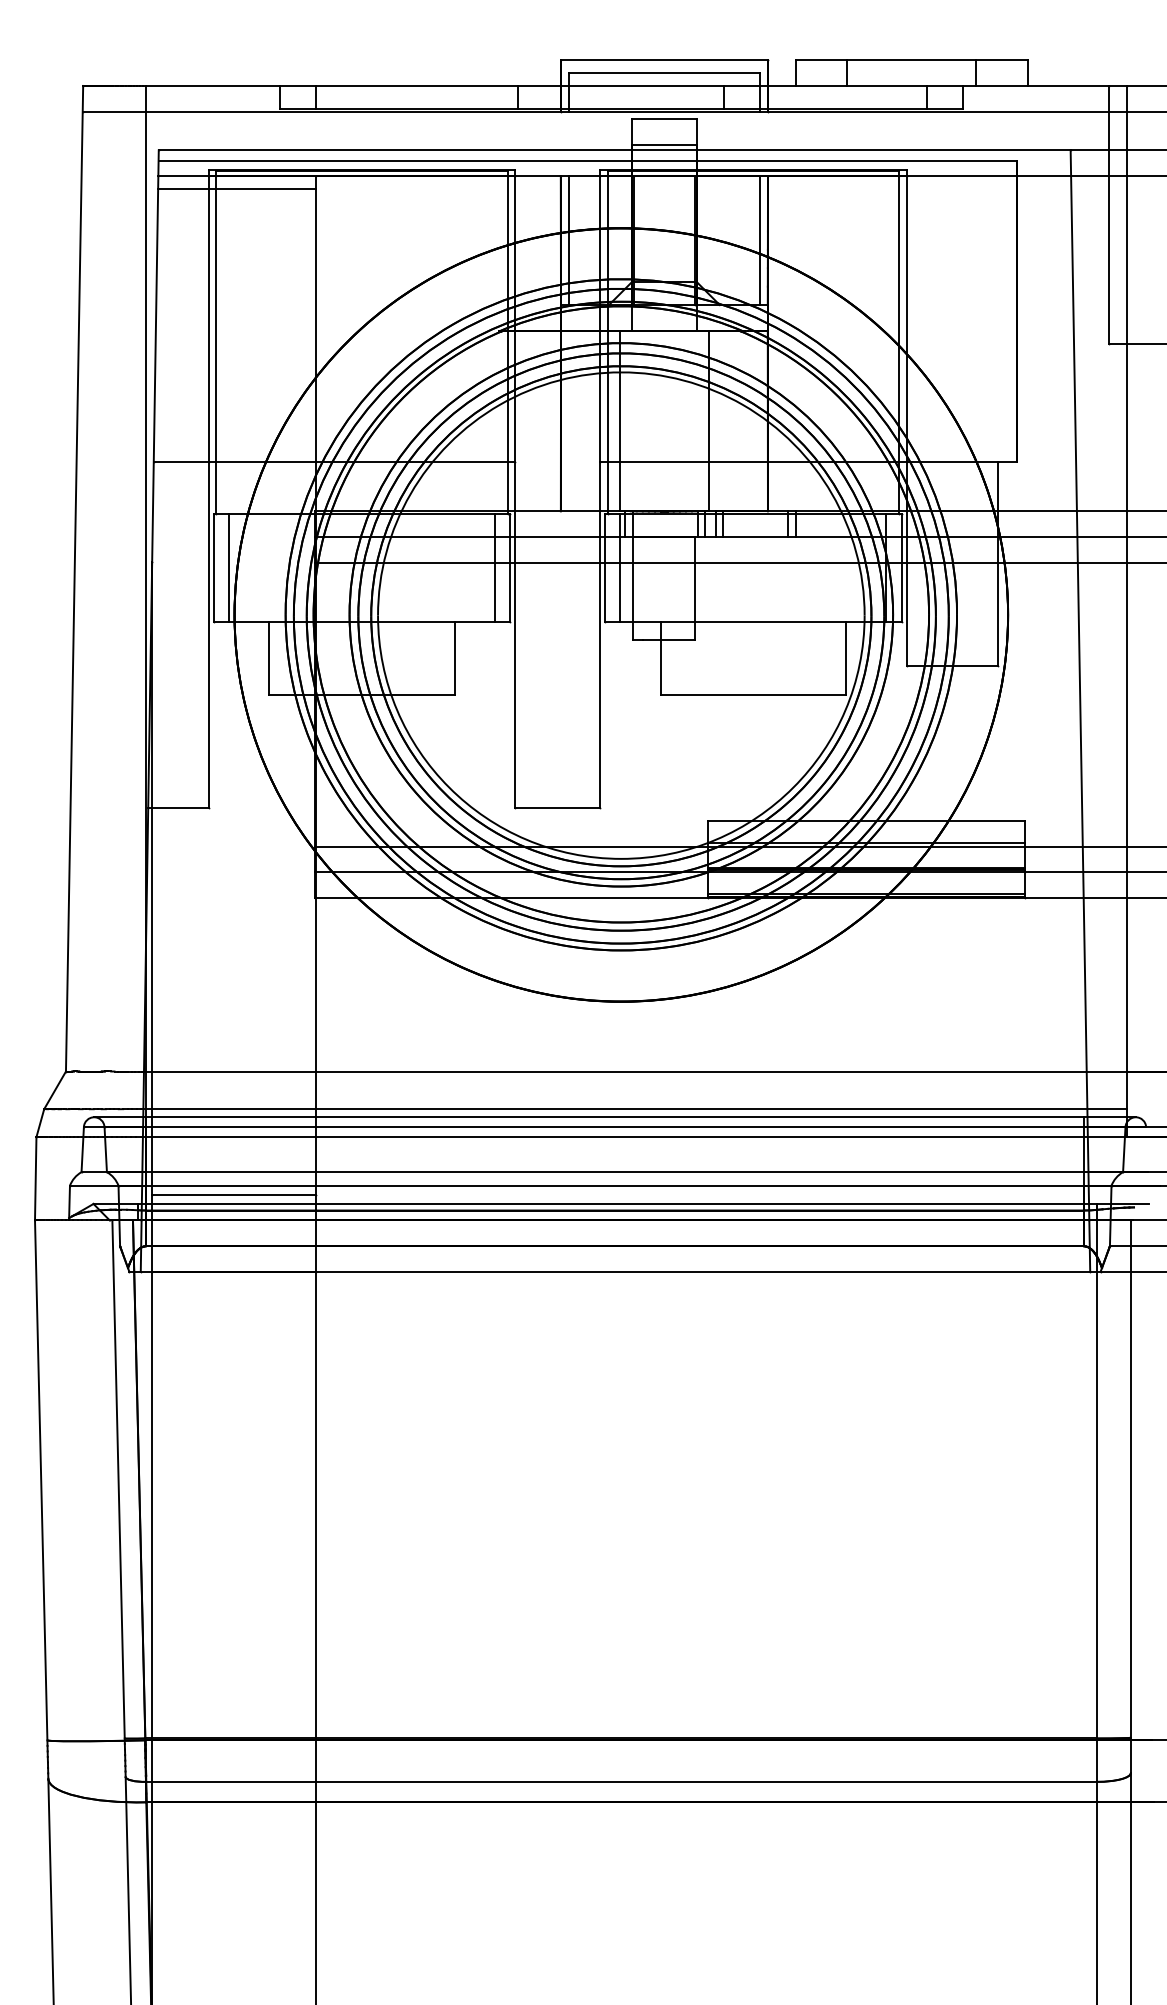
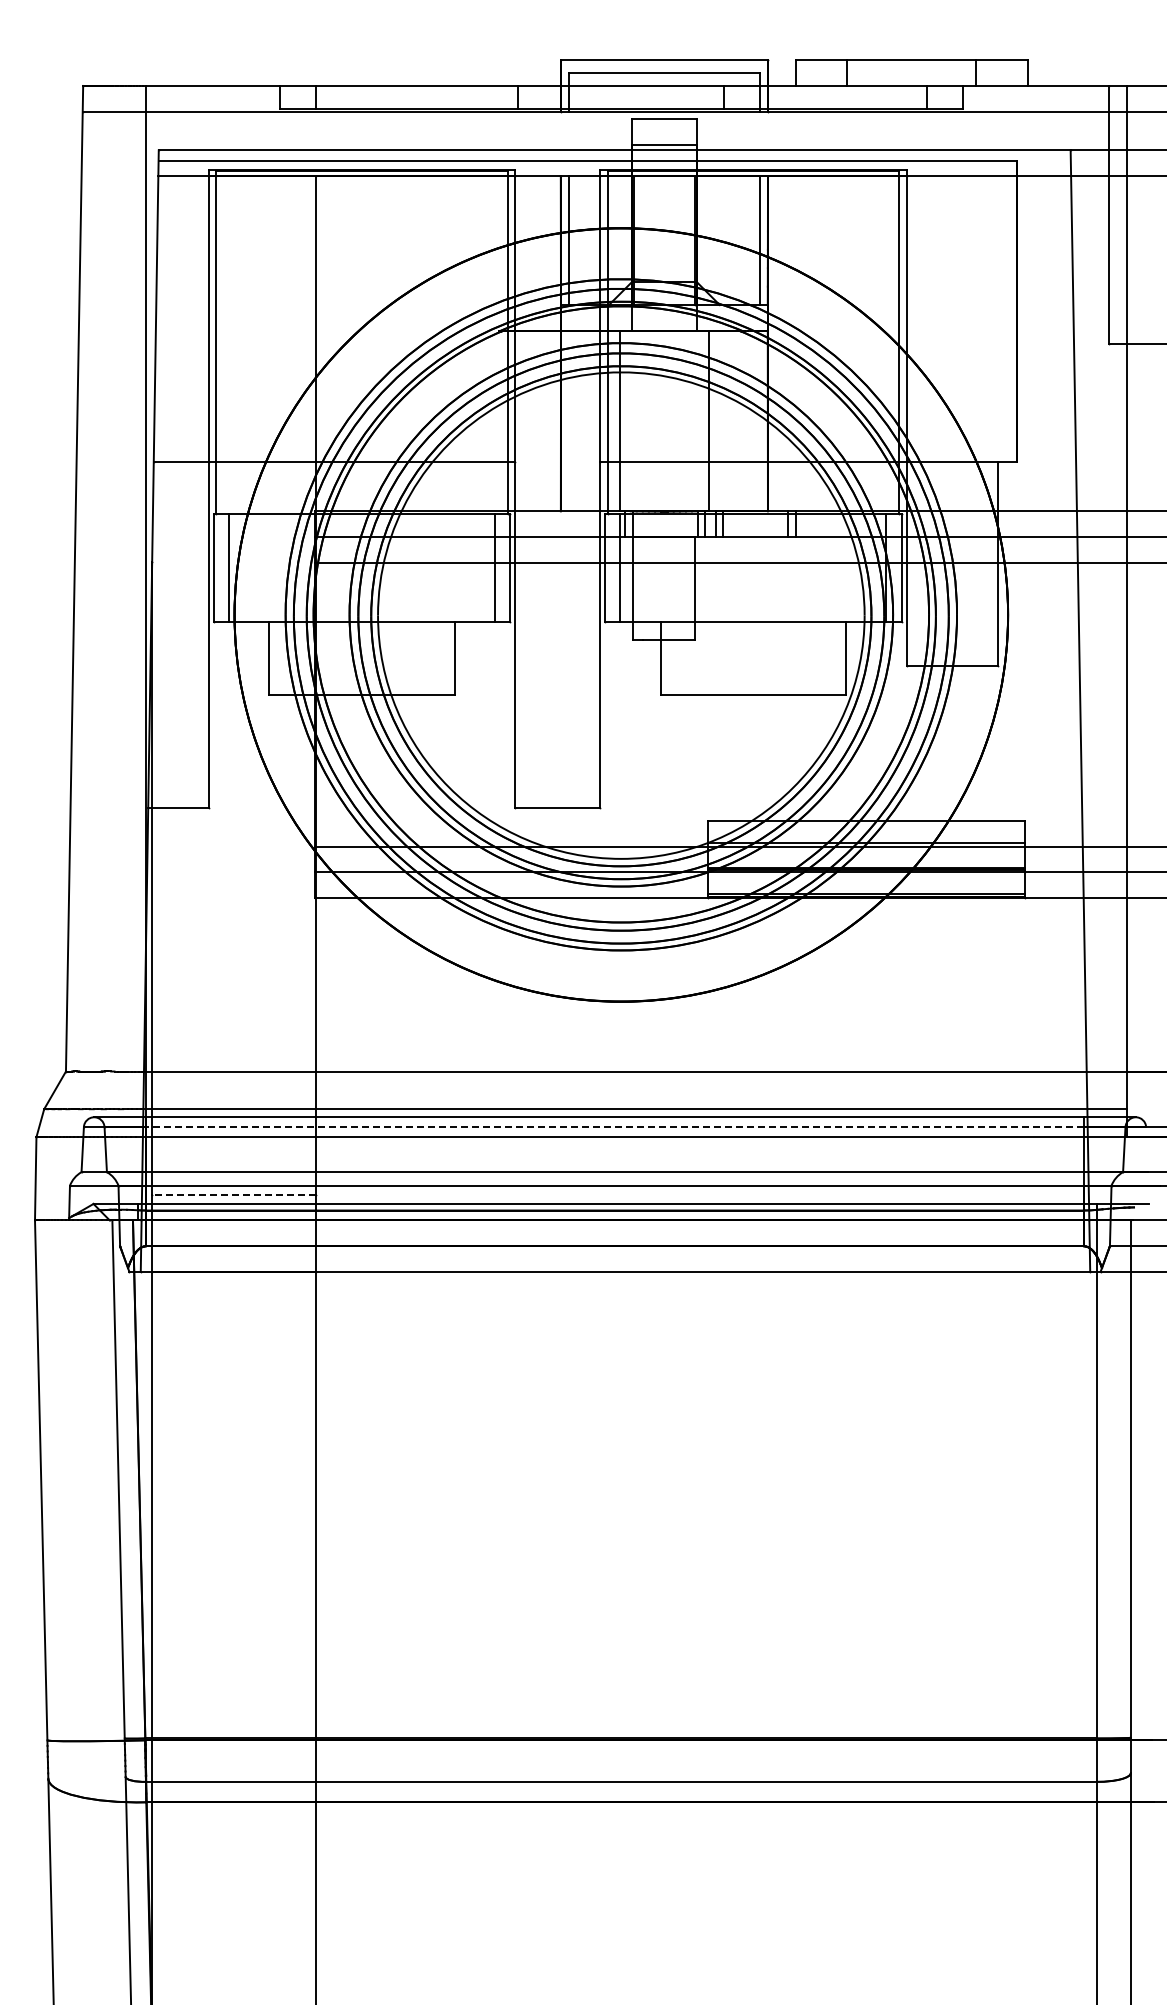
line at (236, 188): present -> none
line at (614, 1127): solid -> dashed
line at (234, 1194): solid -> dashed
